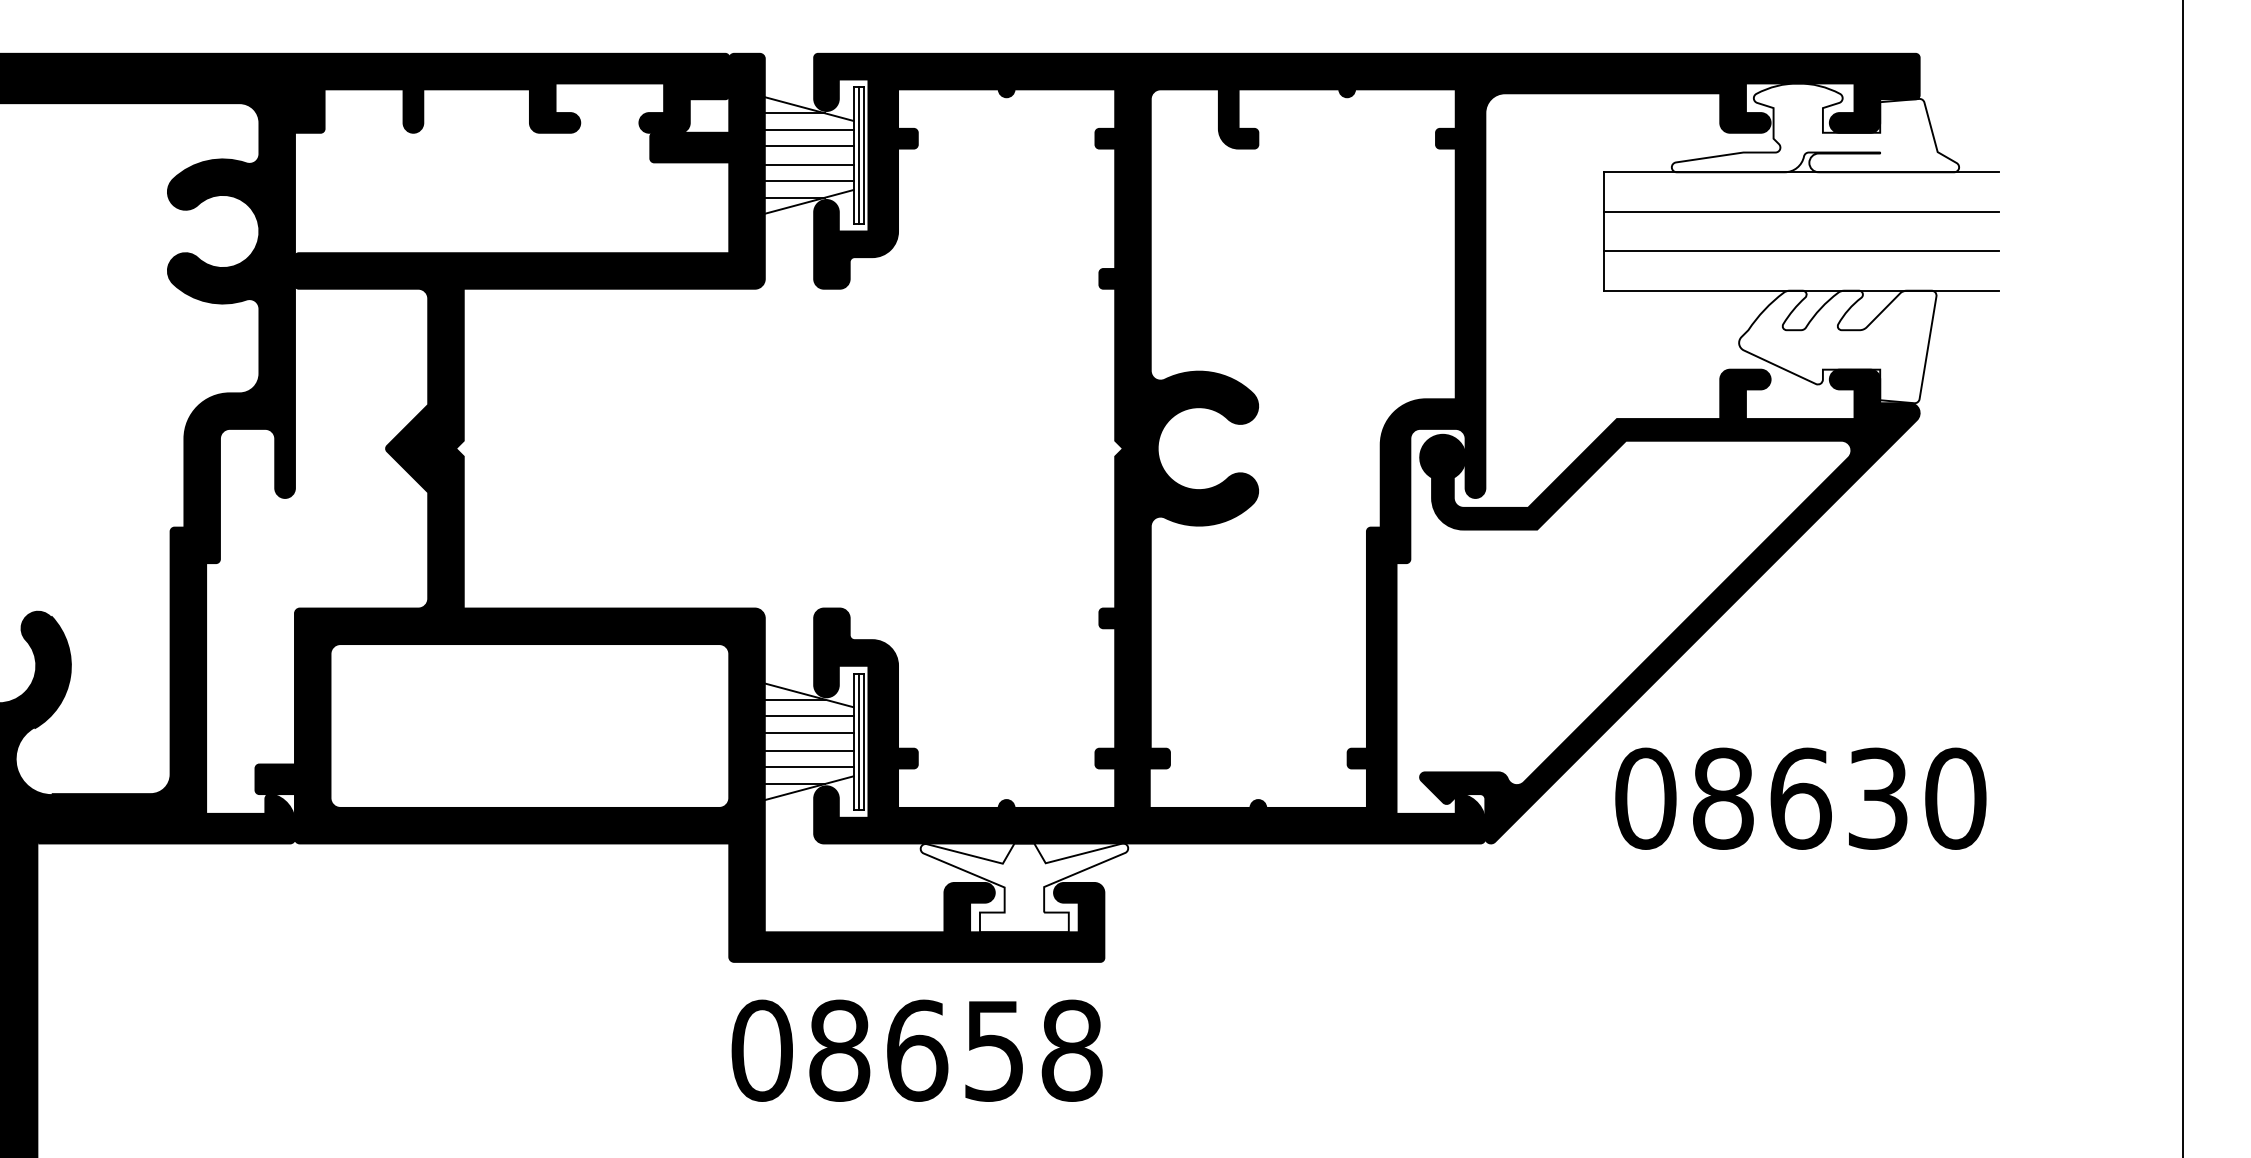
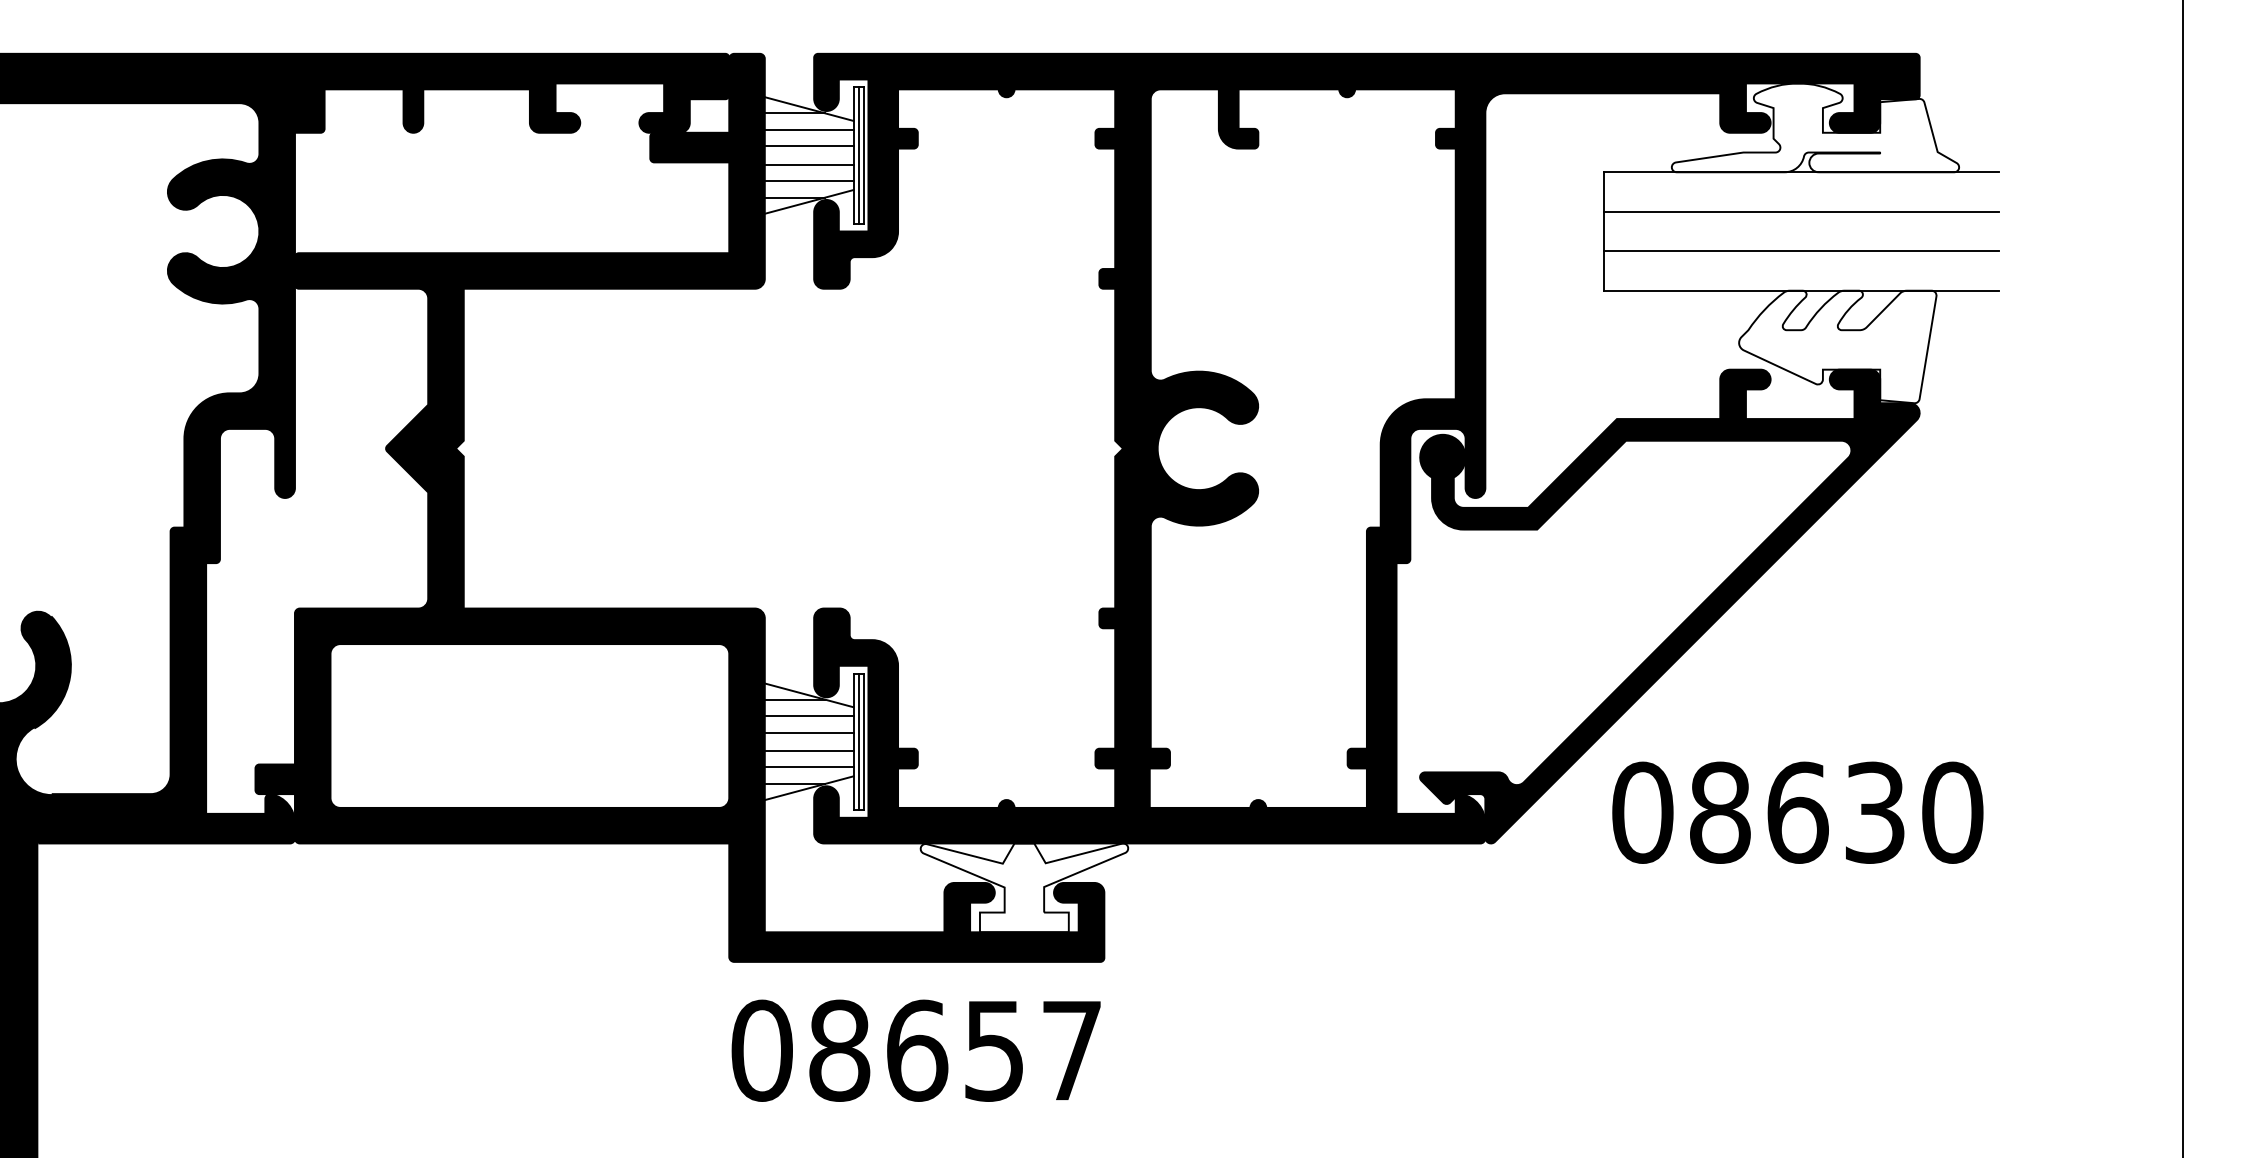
text at (1800, 798) position: (1800, 798) -> (1797, 812)
text at (1071, 1050): 08658 -> 08657
